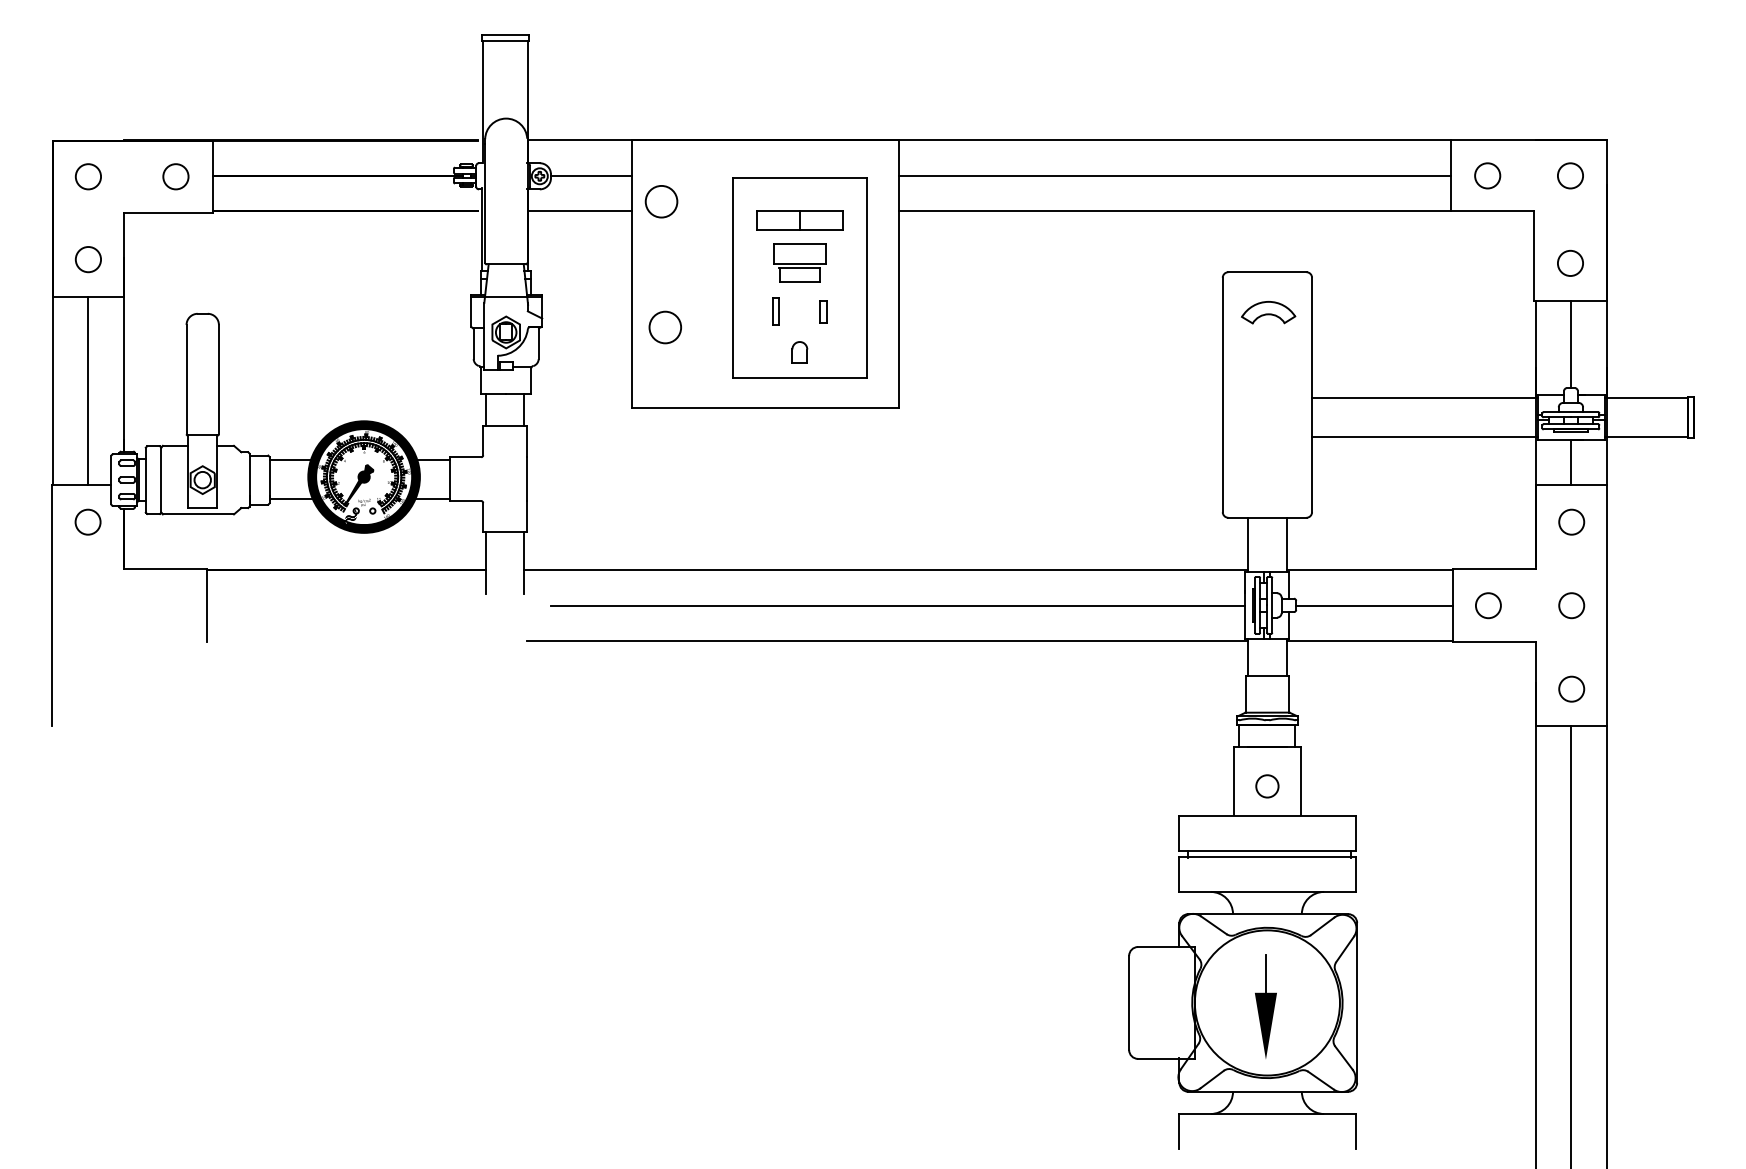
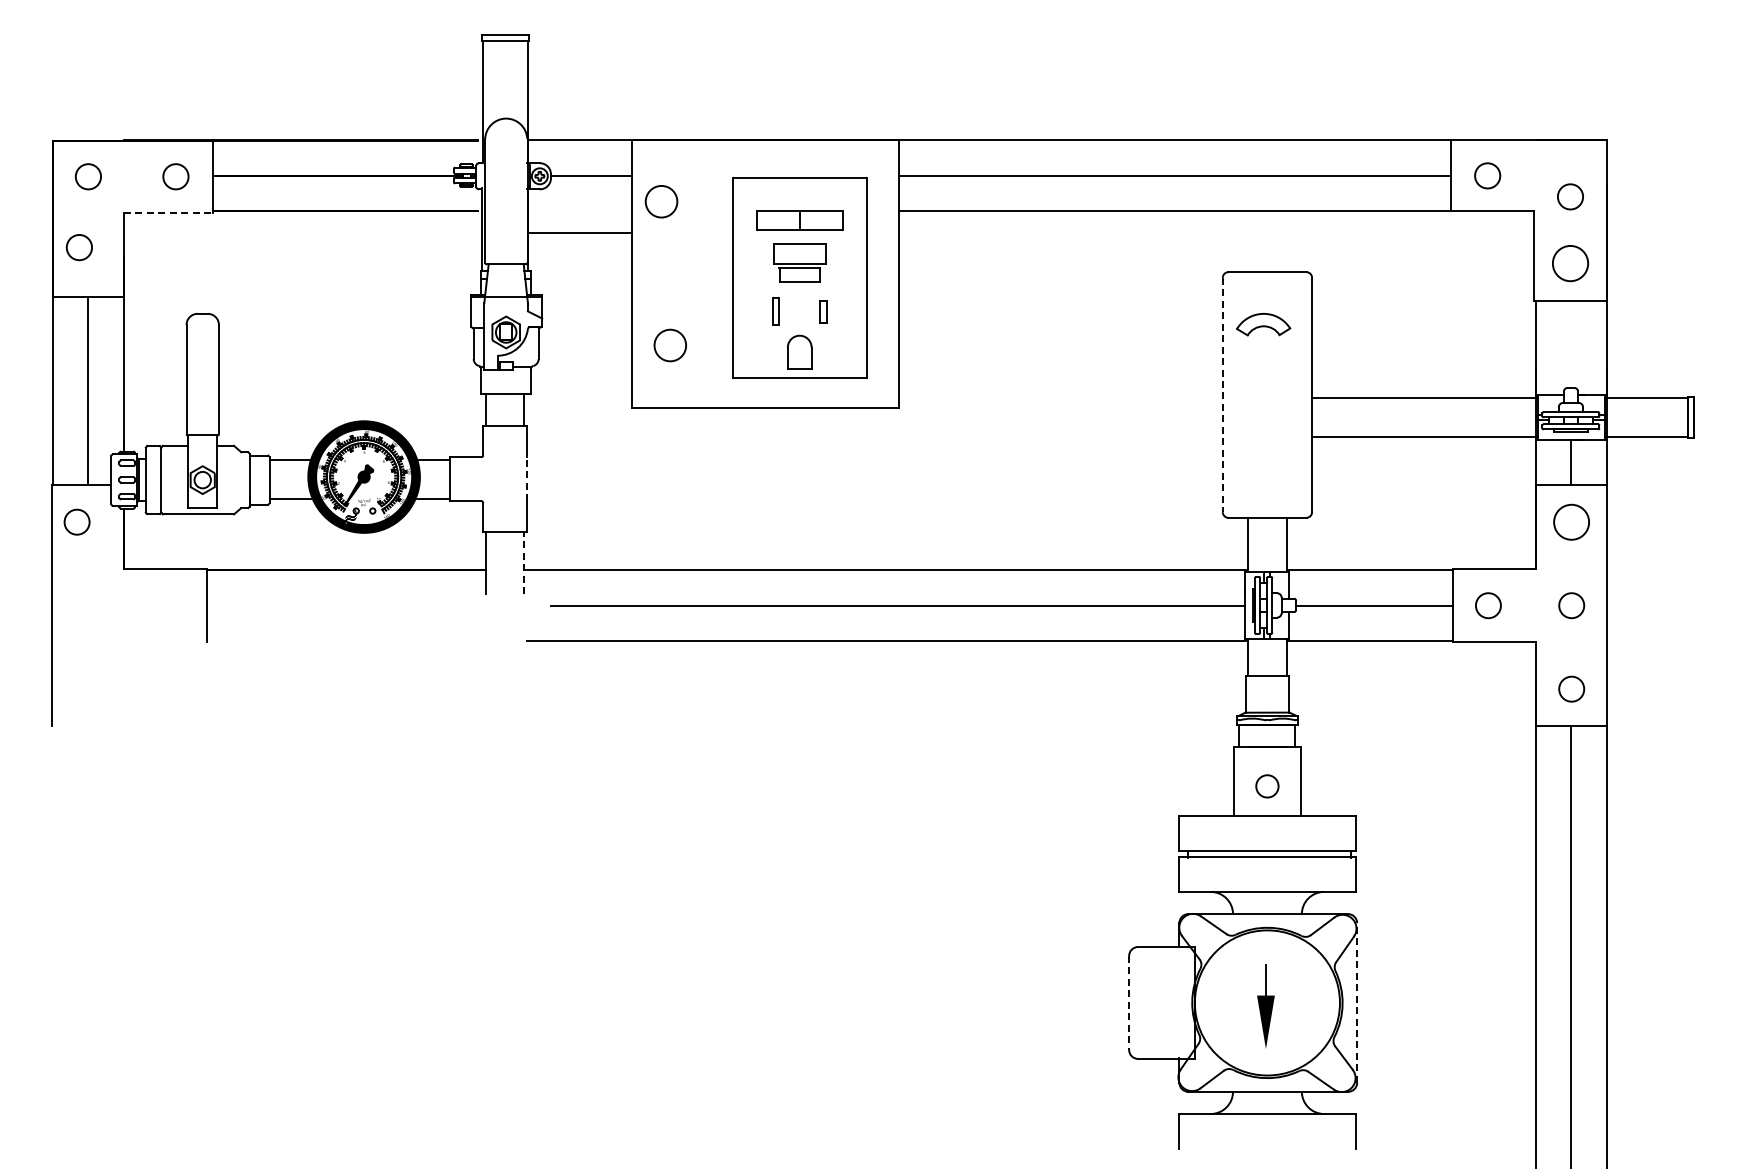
circle at (1570, 175) position: (1570, 175) -> (1570, 196)
line at (580, 211) position: (580, 211) -> (580, 233)
line at (168, 213): solid -> dashed
circle at (87, 259) position: (87, 259) -> (78, 247)
circle at (1570, 262) size: 27x28 px -> 37x38 px
part at (1268, 312) position: (1268, 312) -> (1263, 324)
circle at (664, 327) position: (664, 327) -> (669, 345)
line at (1571, 344): present -> none
part at (799, 352) size: 18x23 px -> 26x36 px
line at (1222, 395): solid -> dashed
line at (526, 478): solid -> dashed
circle at (87, 521) position: (87, 521) -> (76, 521)
circle at (1571, 521) size: 28x28 px -> 37x38 px
line at (523, 563): solid -> dashed
line at (1357, 1002): solid -> dashed
line at (1129, 1003): solid -> dashed
part at (1265, 1006) size: 22x105 px -> 18x85 px
